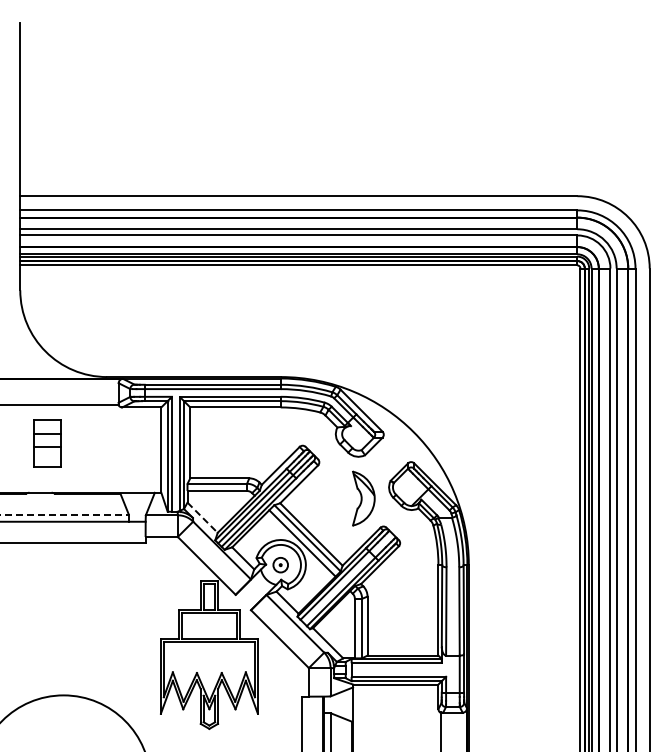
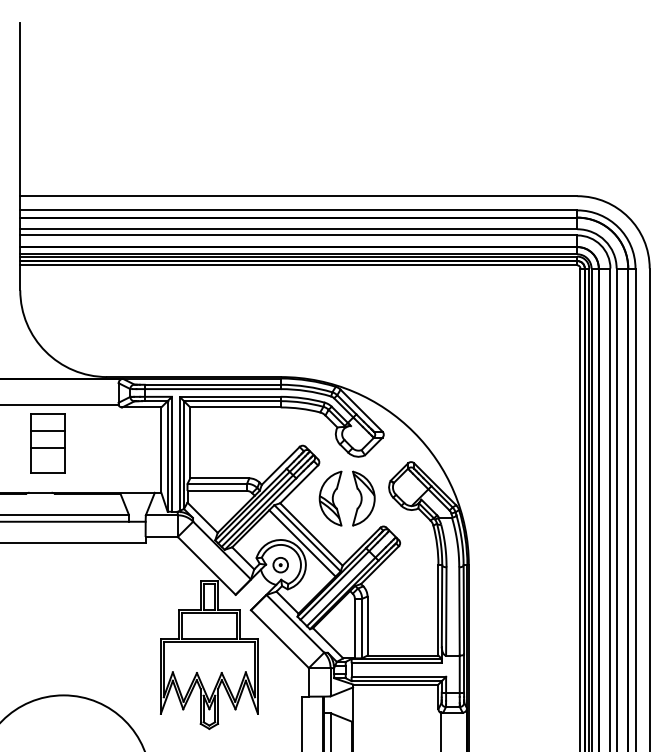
part at (47, 443) size: 29x49 px -> 36x61 px
part at (330, 498): none -> present
line at (64, 514): dashed -> solid
line at (202, 518): dashed -> solid
